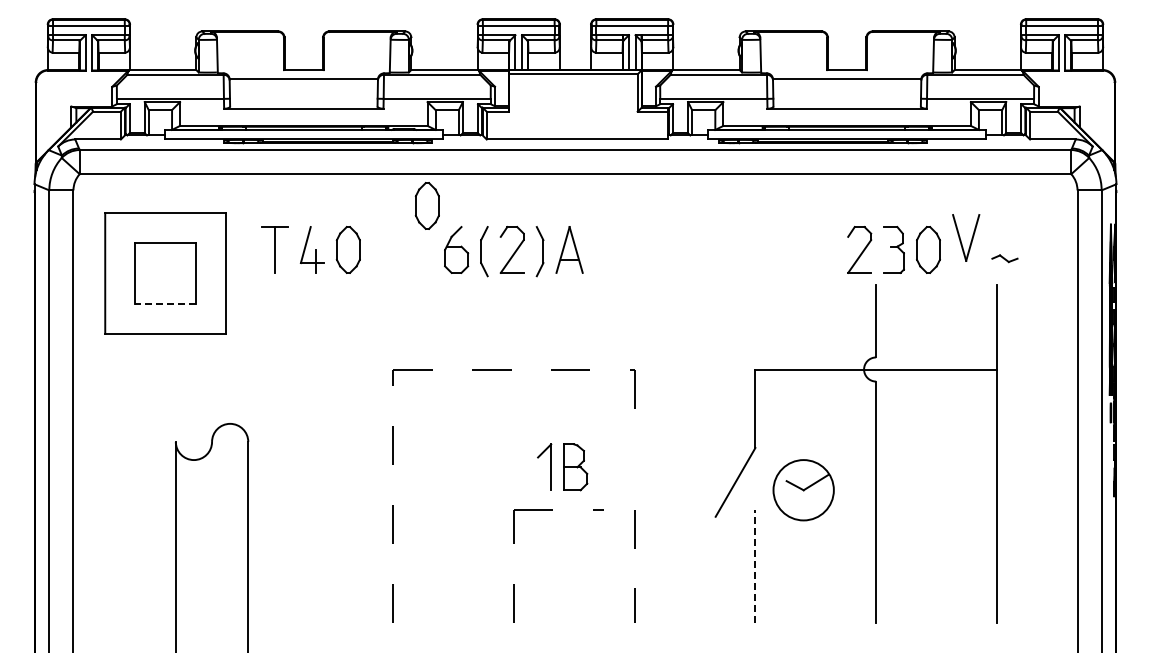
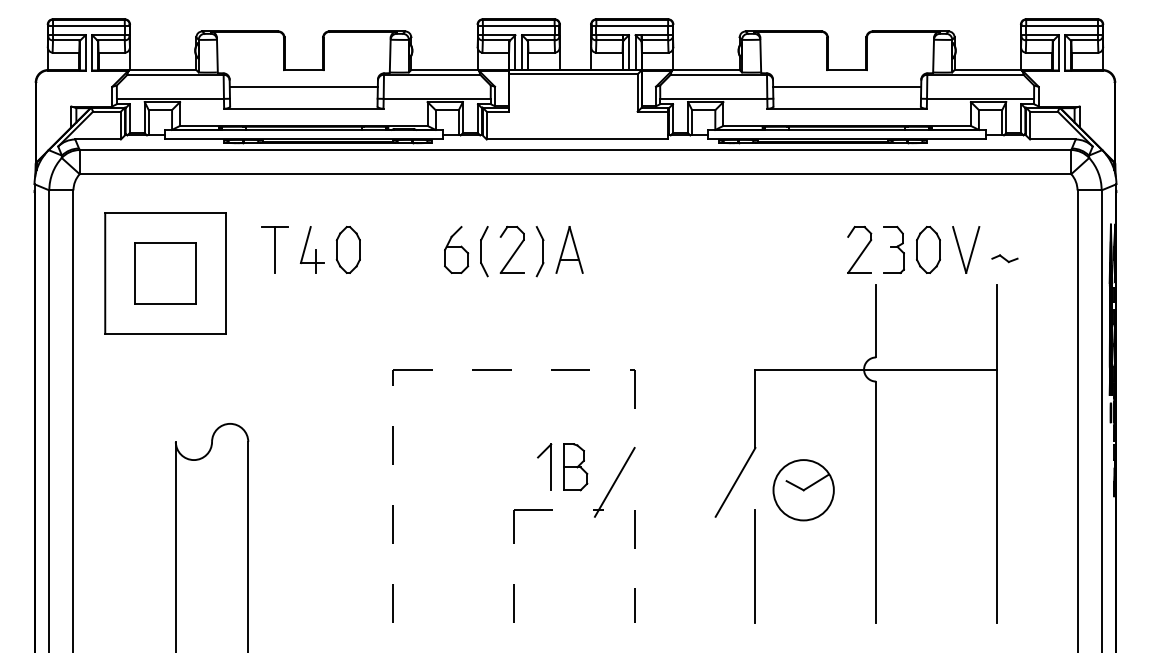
line at (303, 78) position: (303, 78) -> (303, 86)
line at (847, 78) position: (847, 78) -> (847, 86)
part at (426, 205): present -> none
part at (966, 237) position: (966, 237) -> (966, 249)
line at (165, 303): dashed -> solid
line at (614, 482): none -> present
line at (755, 566): dashed -> solid
